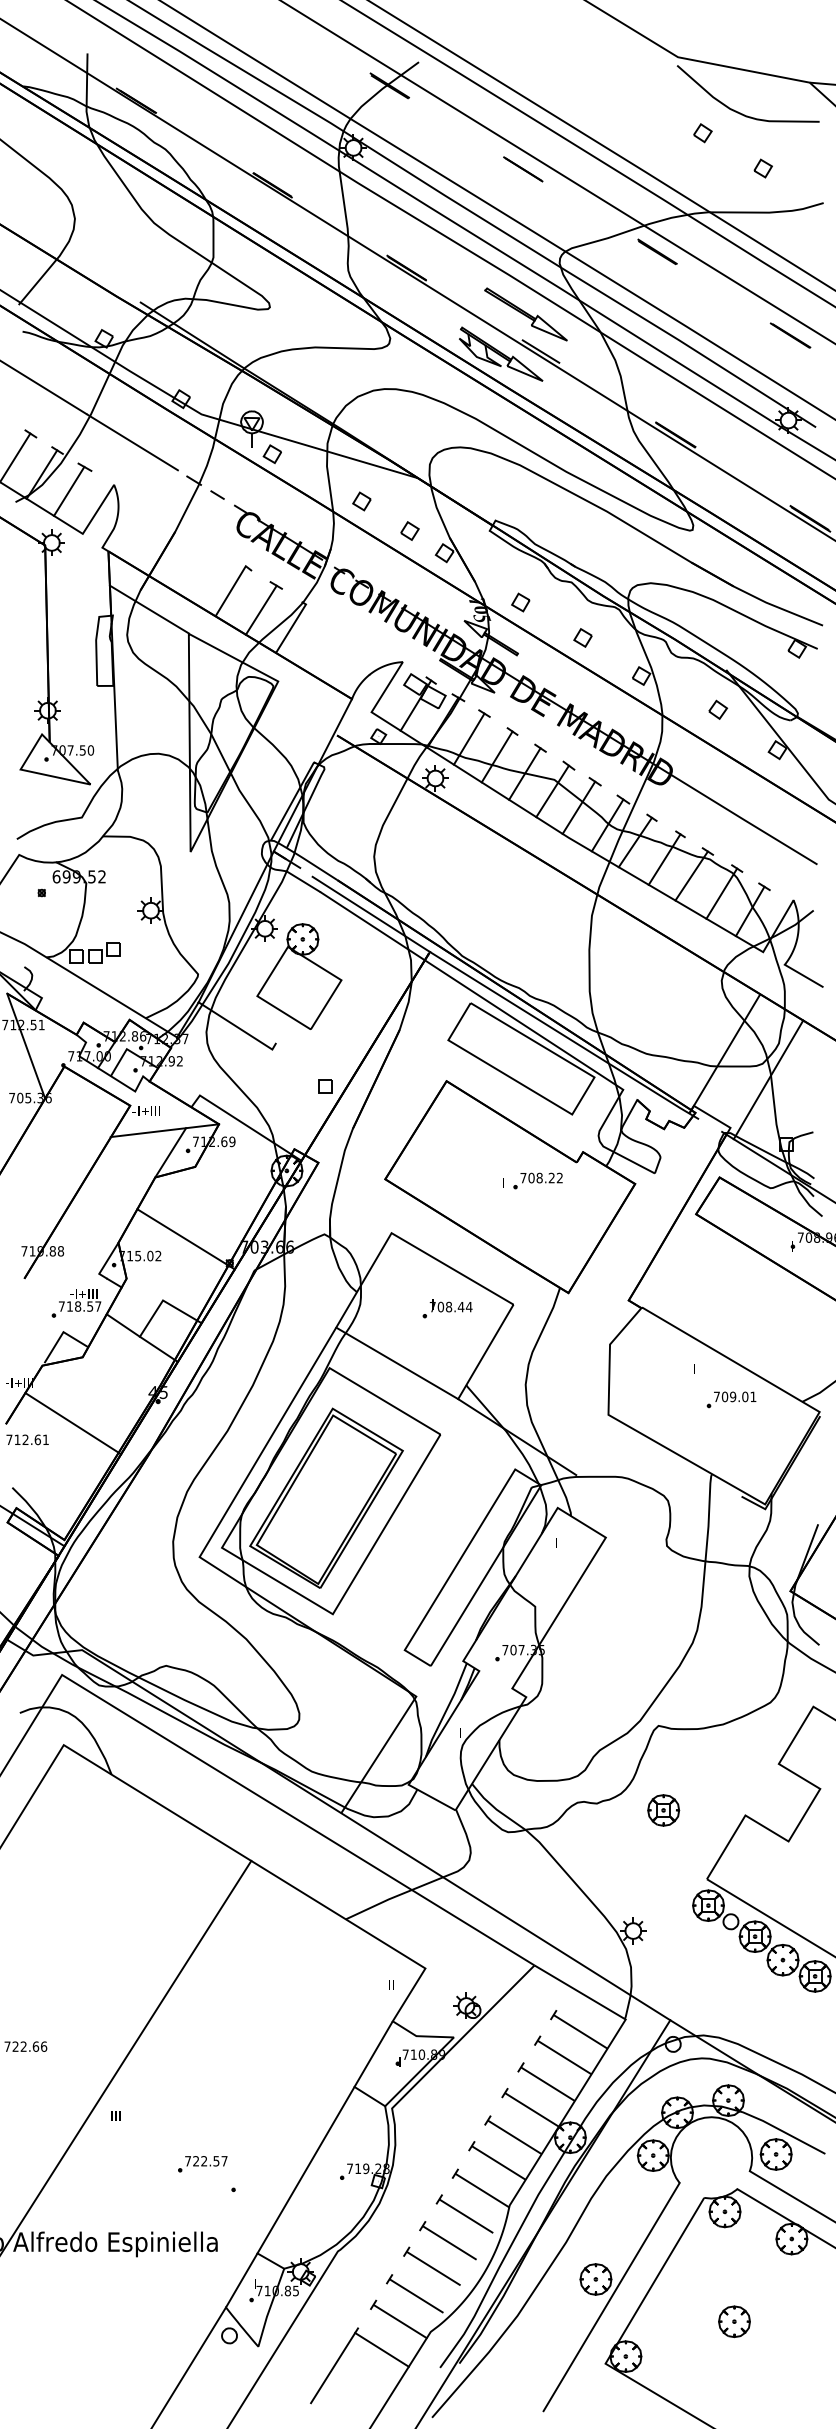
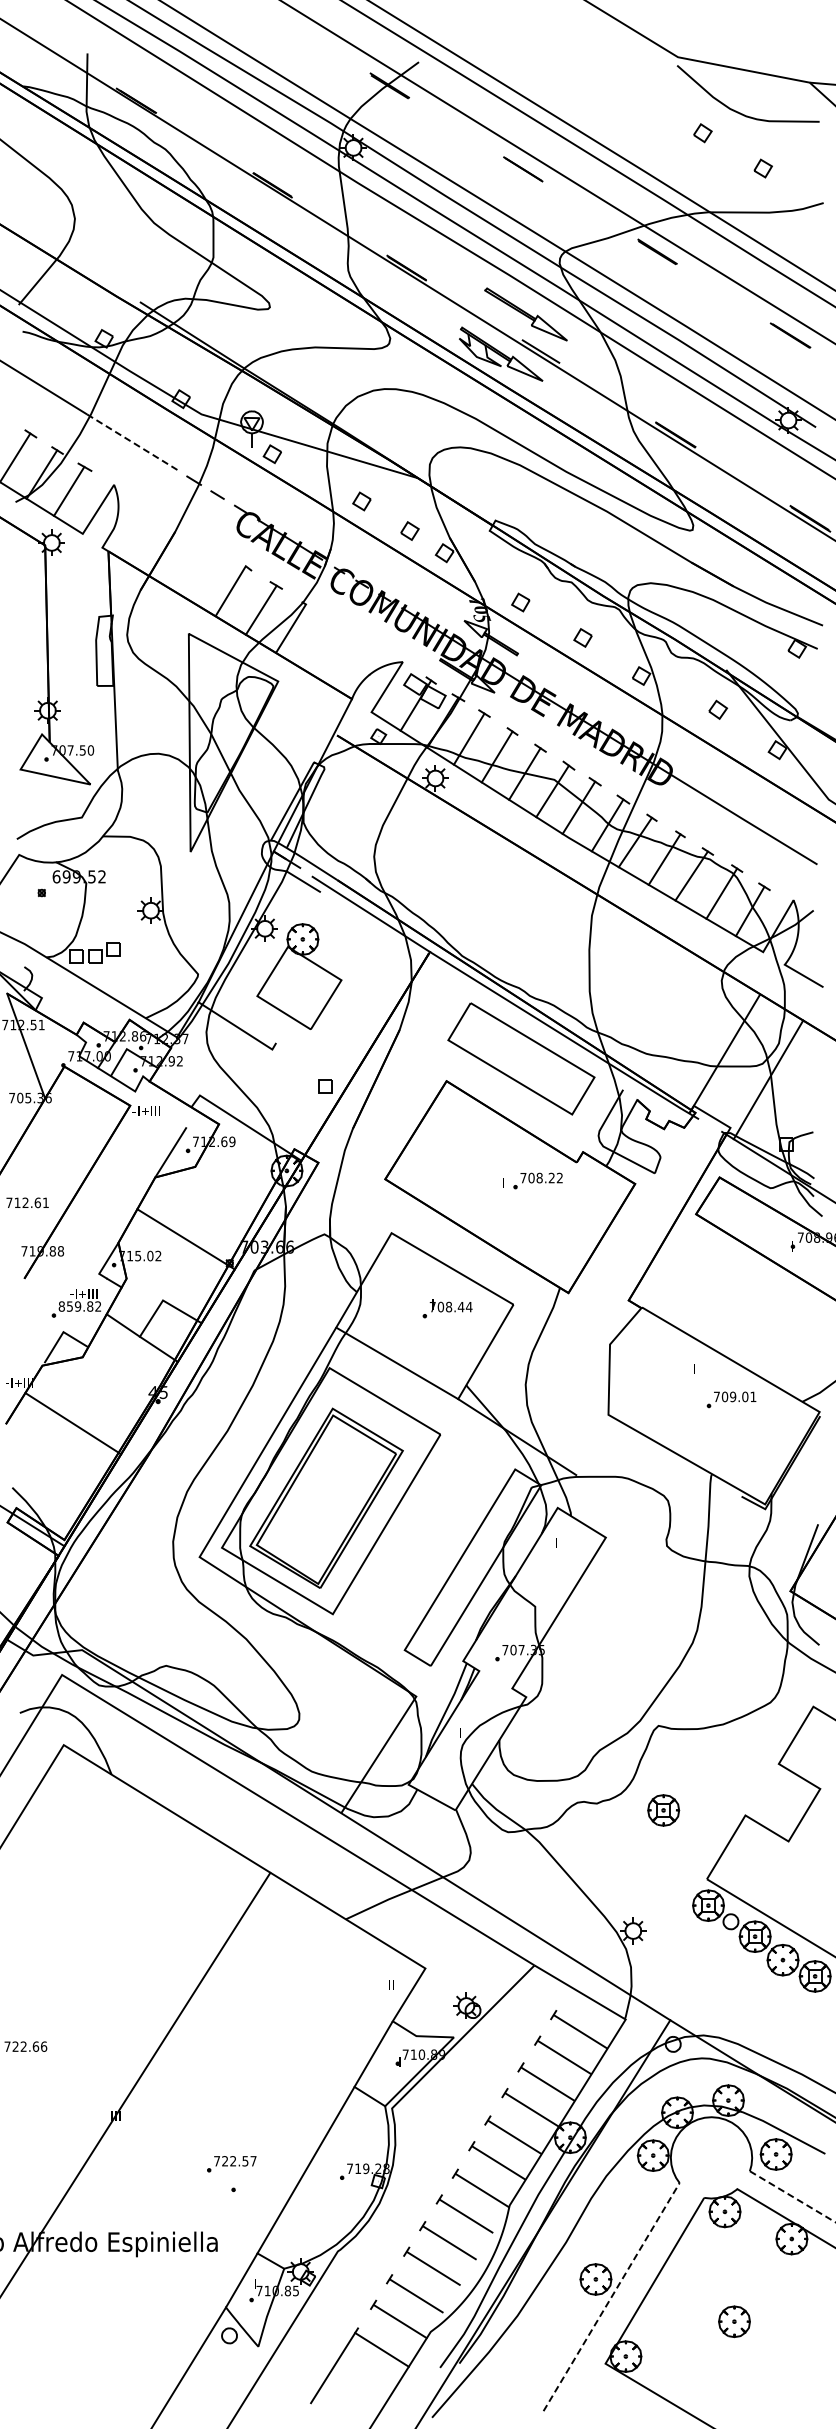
line at (132, 442): solid -> dashed
line at (148, 609): present -> none
line at (471, 990): present -> none
line at (164, 1130): present -> none
text at (79, 1306): 718.57 -> 859.82
text at (27, 1439) position: (27, 1439) -> (27, 1202)
line at (126, 2056) position: (126, 2056) -> (136, 2083)
part at (202, 2164) position: (202, 2164) -> (231, 2164)
line at (792, 2196): solid -> dashed
line at (611, 2297): solid -> dashed
